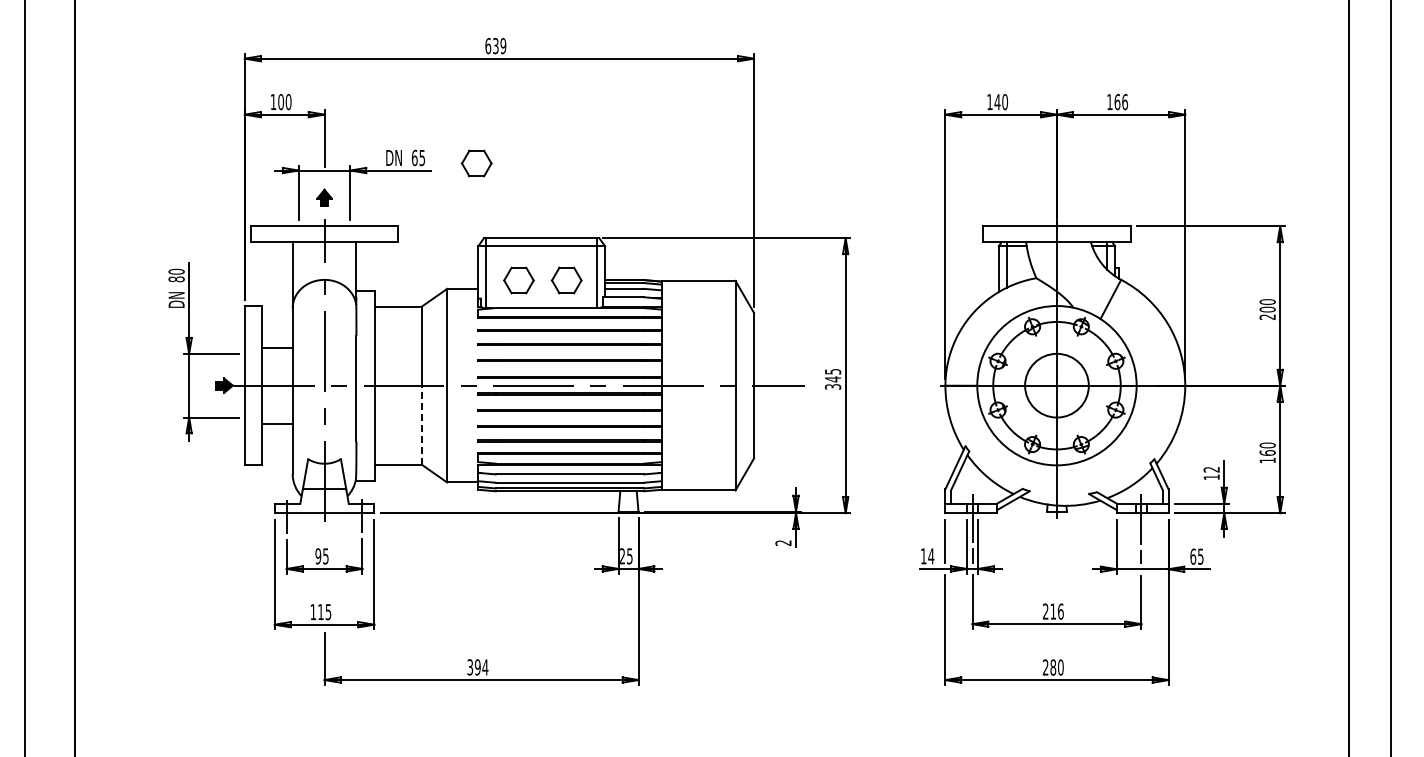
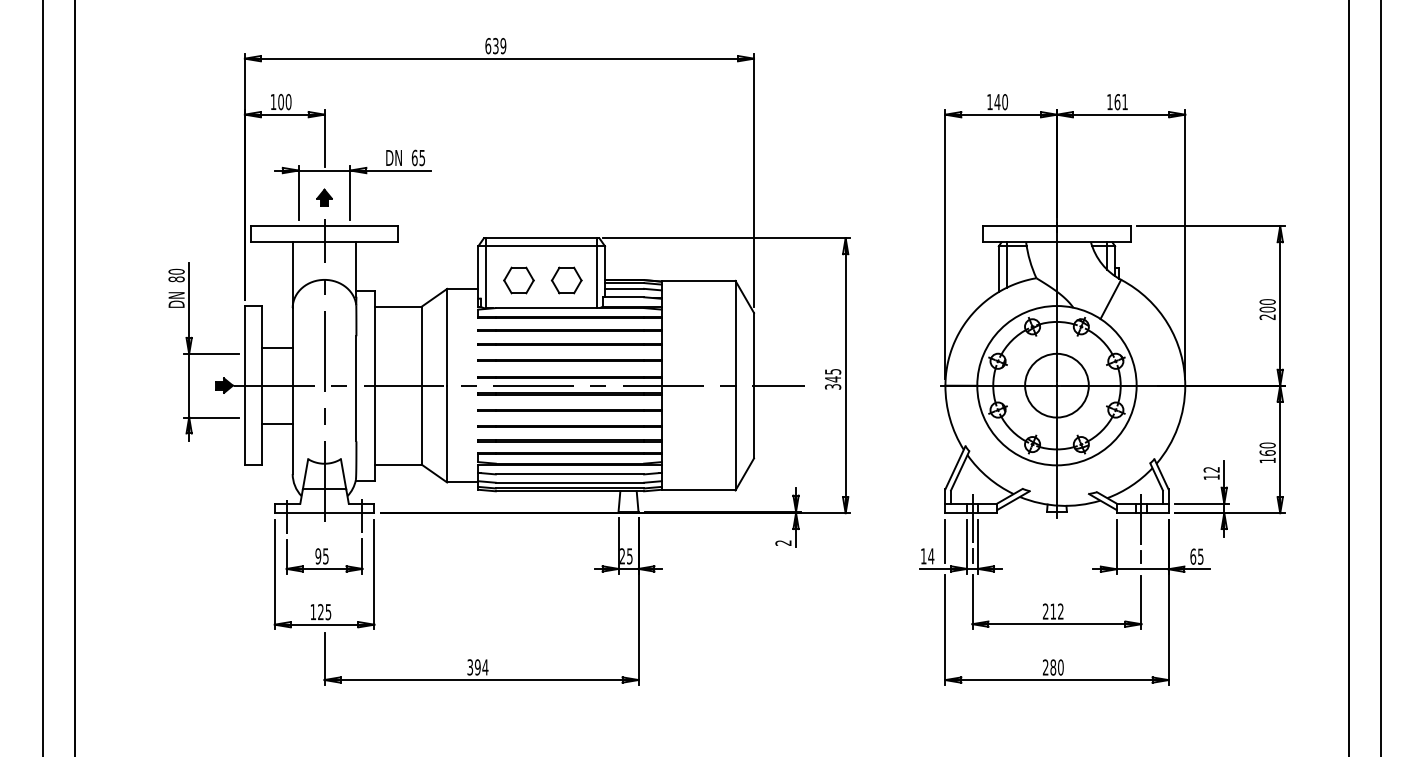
text at (1125, 102): 166 -> 161
part at (476, 163): present -> none
line at (24, 377) position: (24, 377) -> (42, 377)
line at (1391, 377) position: (1391, 377) -> (1381, 377)
line at (421, 424): dashed -> solid
text at (320, 611): 115 -> 125
text at (1060, 611): 216 -> 212
